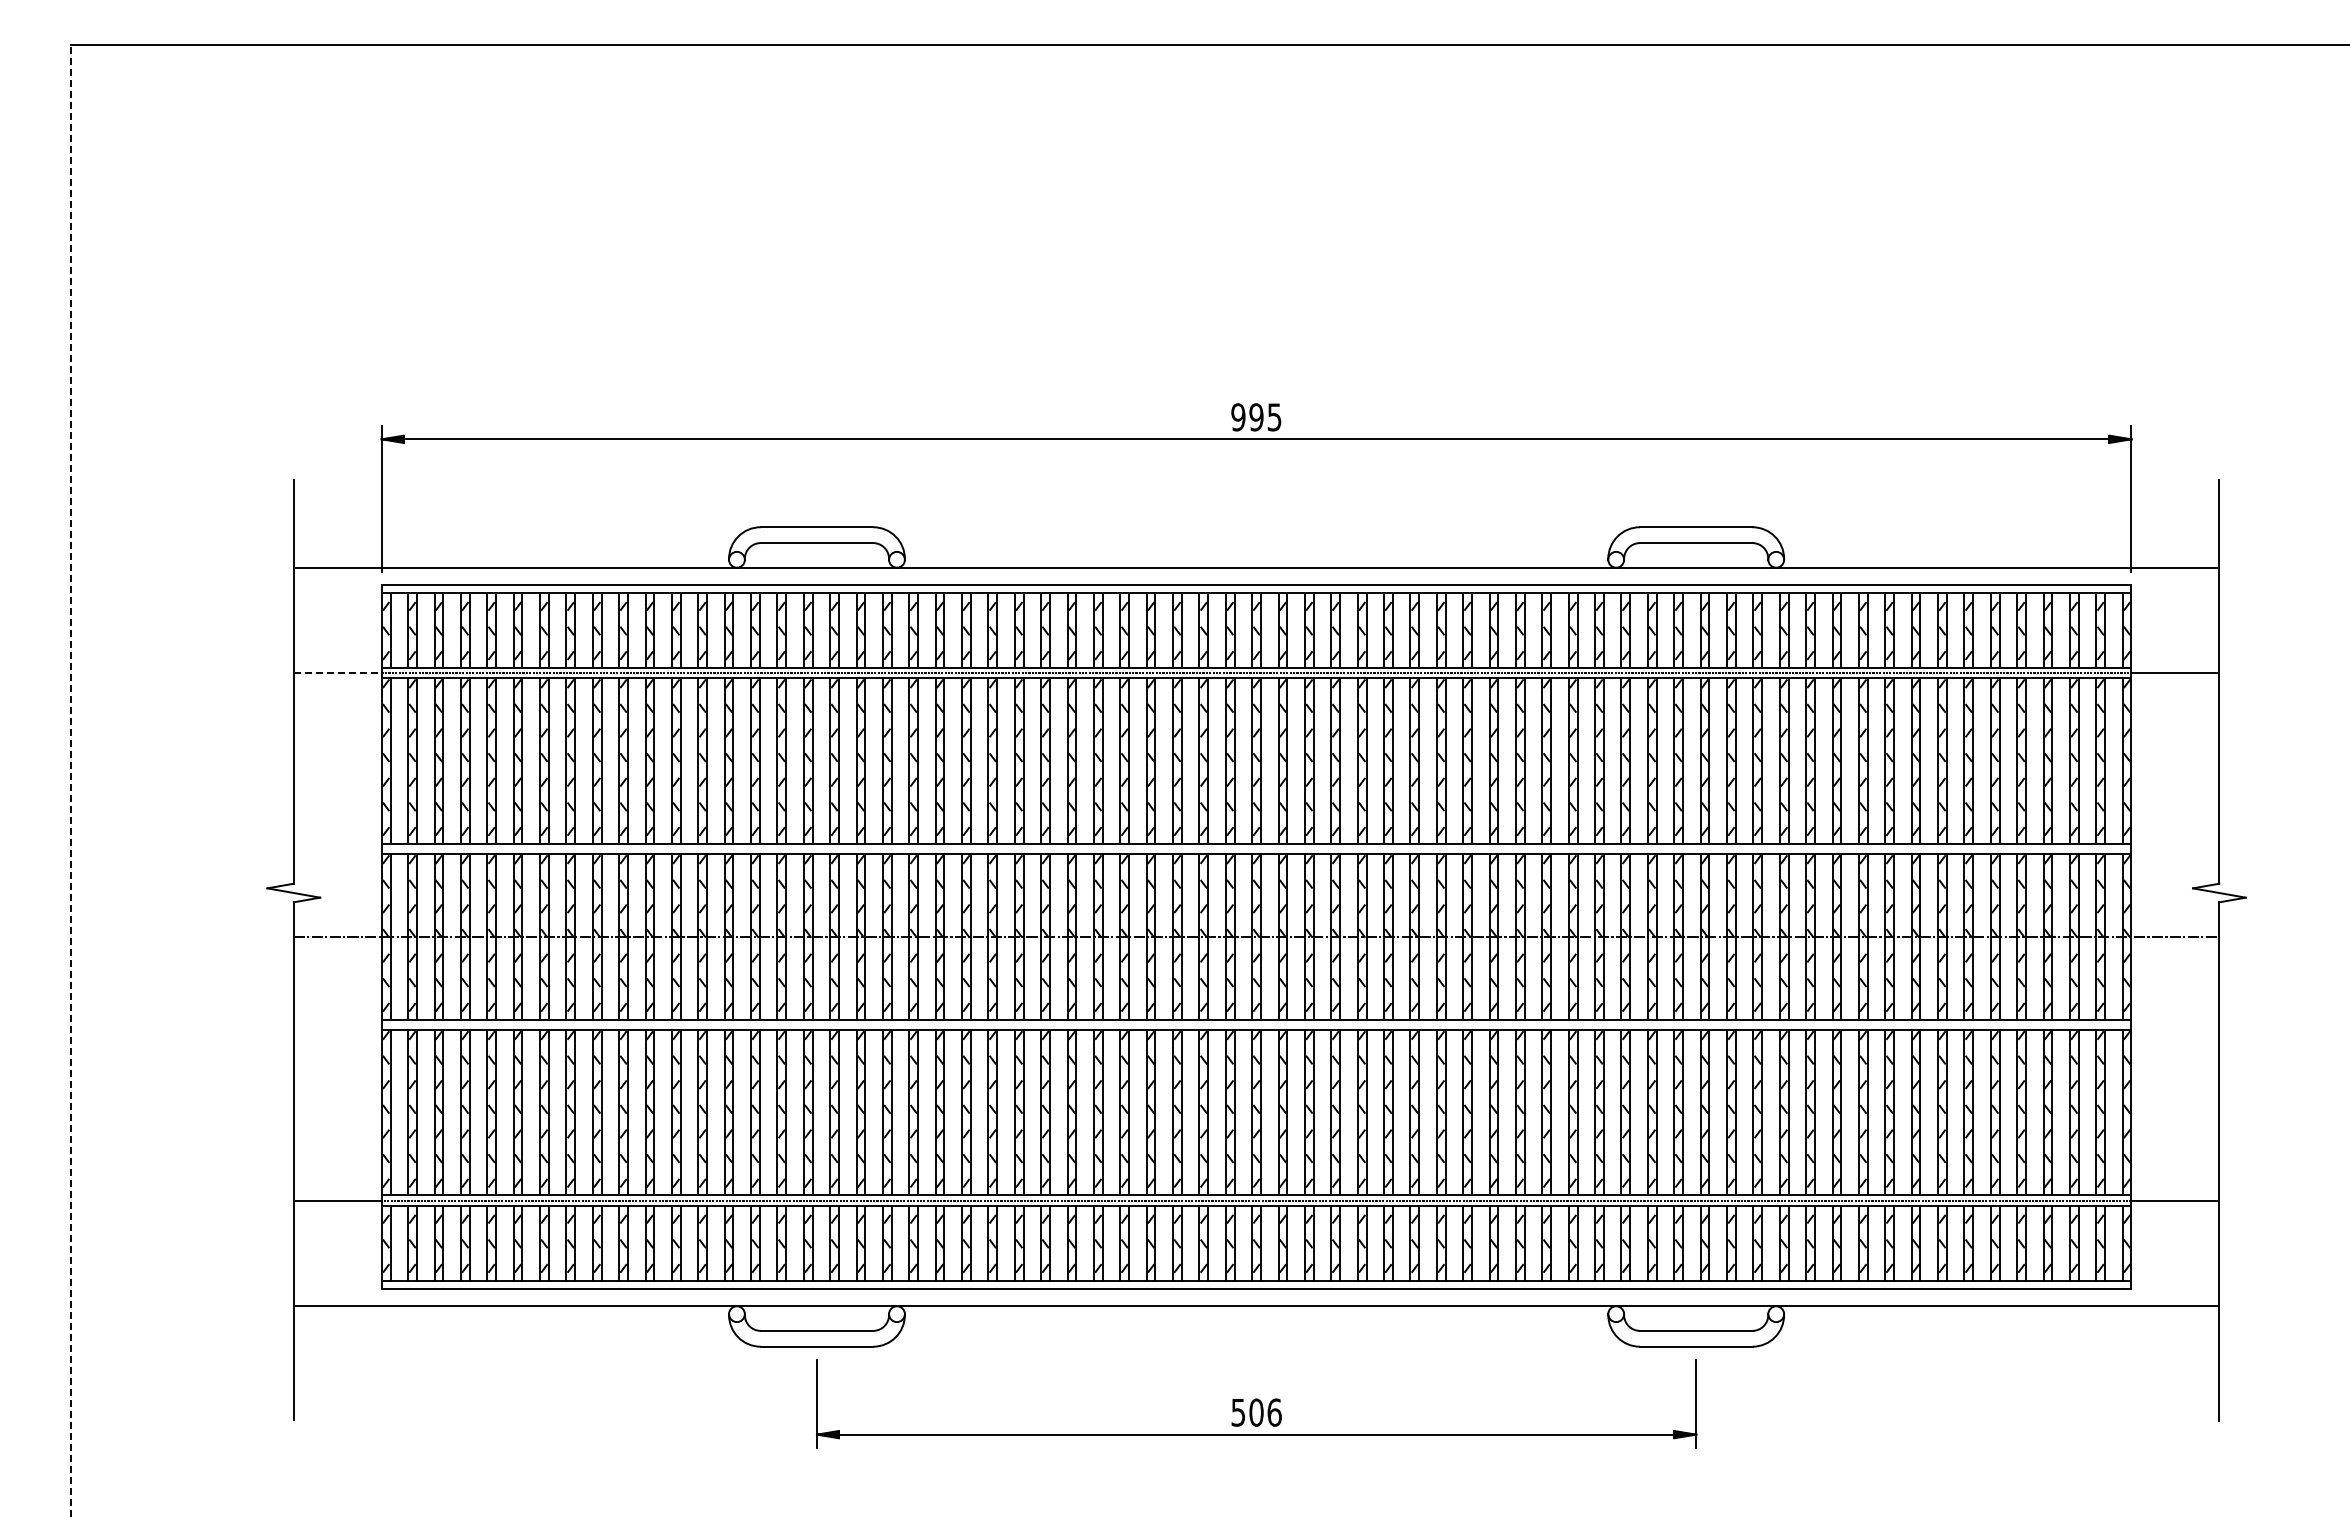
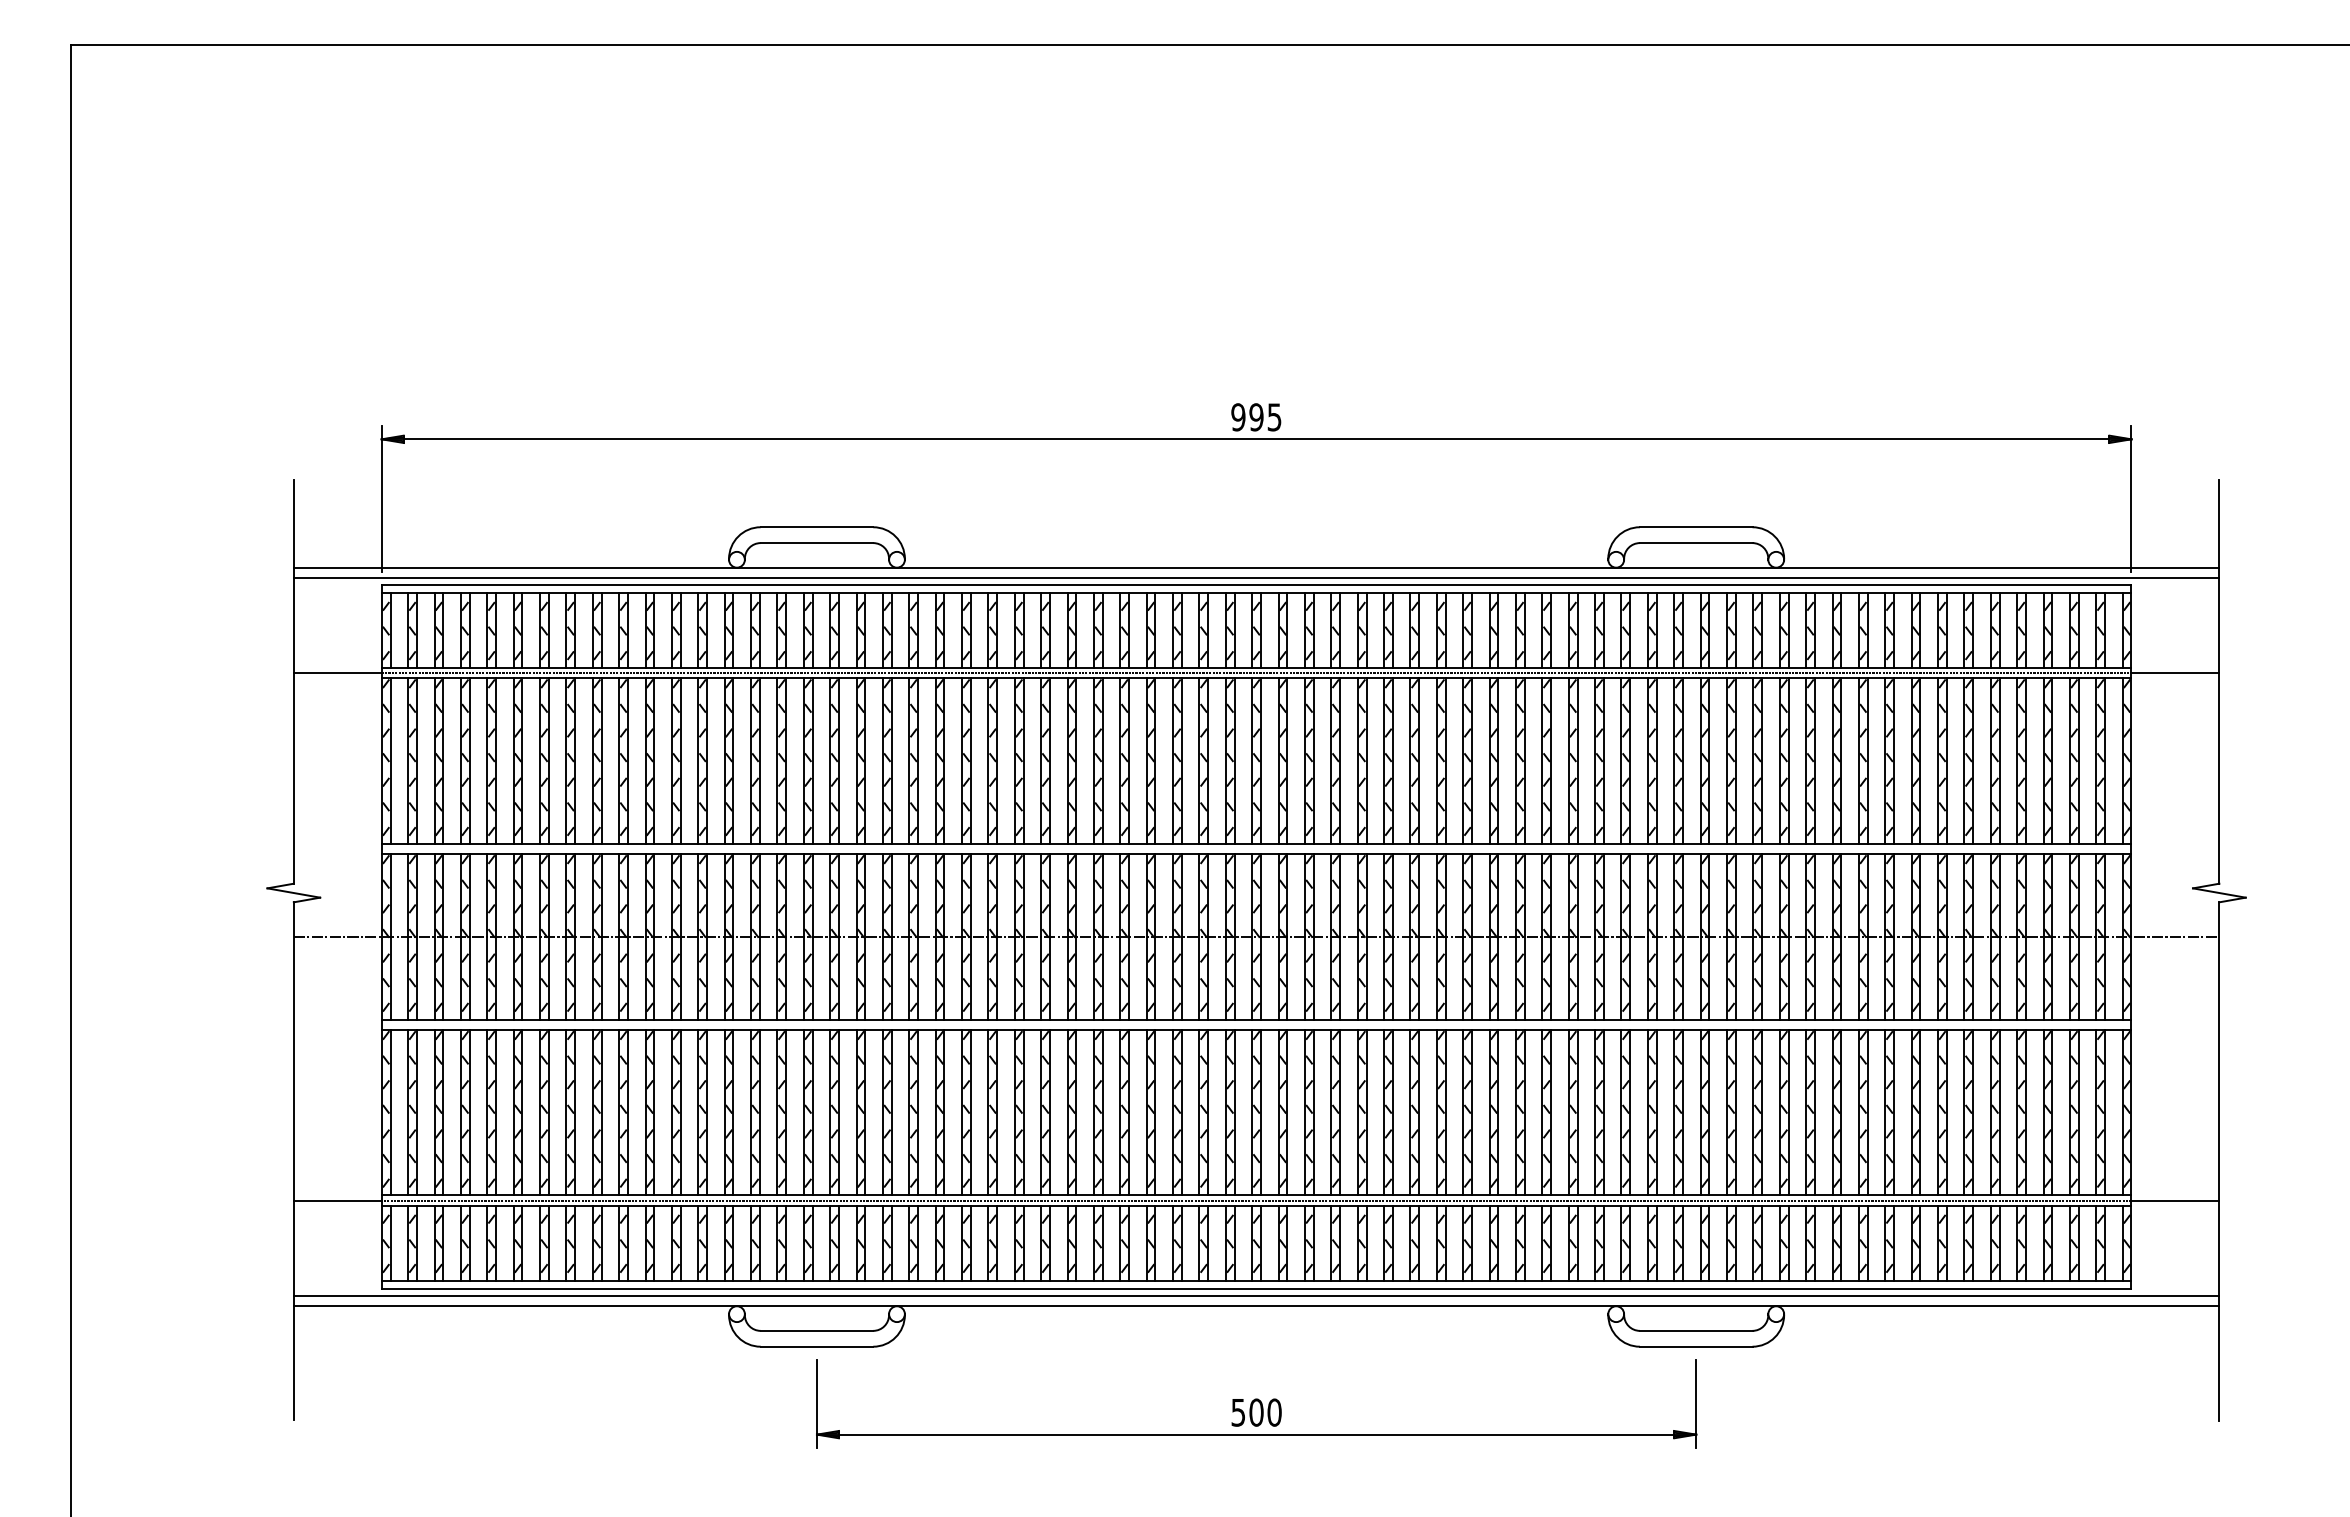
line at (1256, 578): none -> present
line at (337, 673): dashed -> solid
line at (70, 780): dashed -> solid
line at (1256, 1295): none -> present
text at (1274, 1412): 506 -> 500
